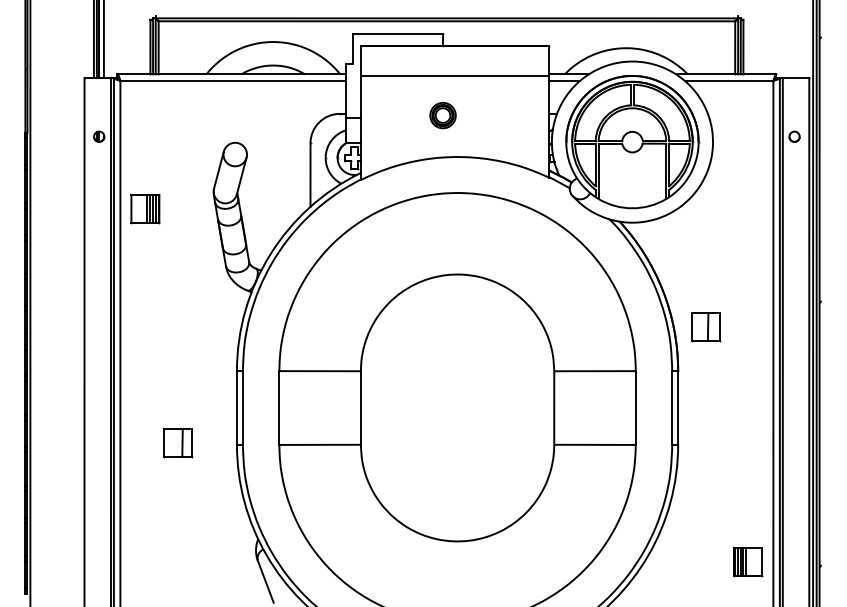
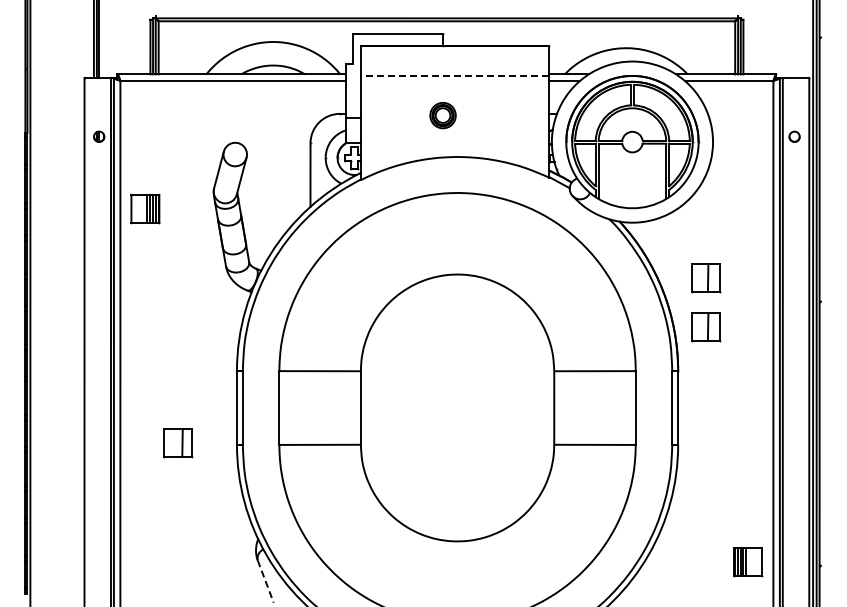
line at (103, 39): present -> none
line at (454, 75): solid -> dashed
part at (706, 278): none -> present
line at (265, 581): solid -> dashed
